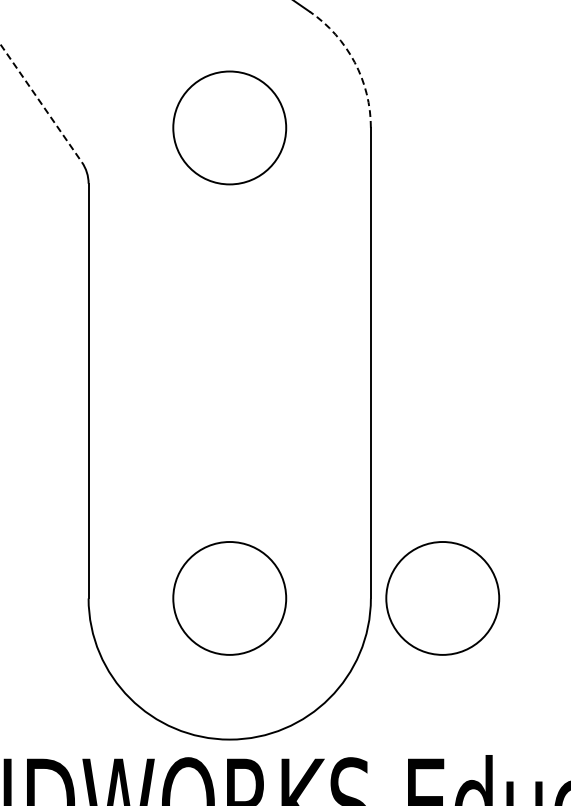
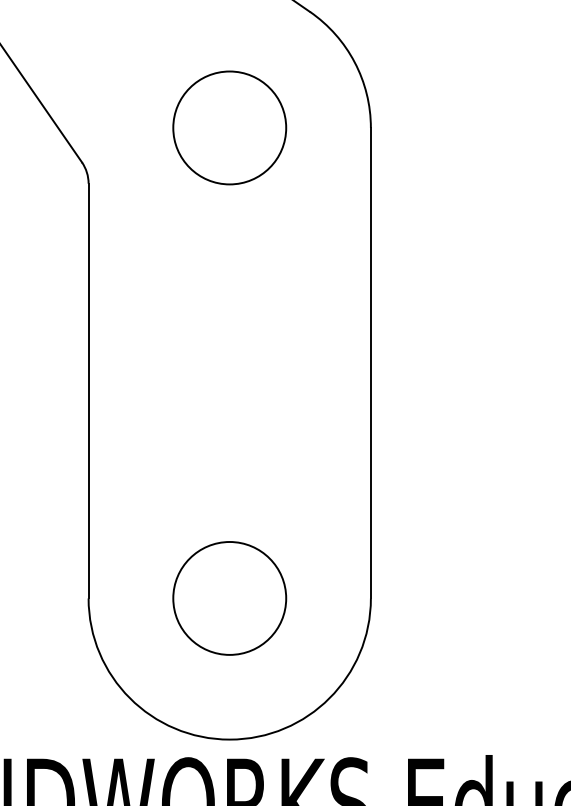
arc at (354, 62): dashed -> solid
line at (41, 103): dashed -> solid
circle at (442, 598): present -> none
